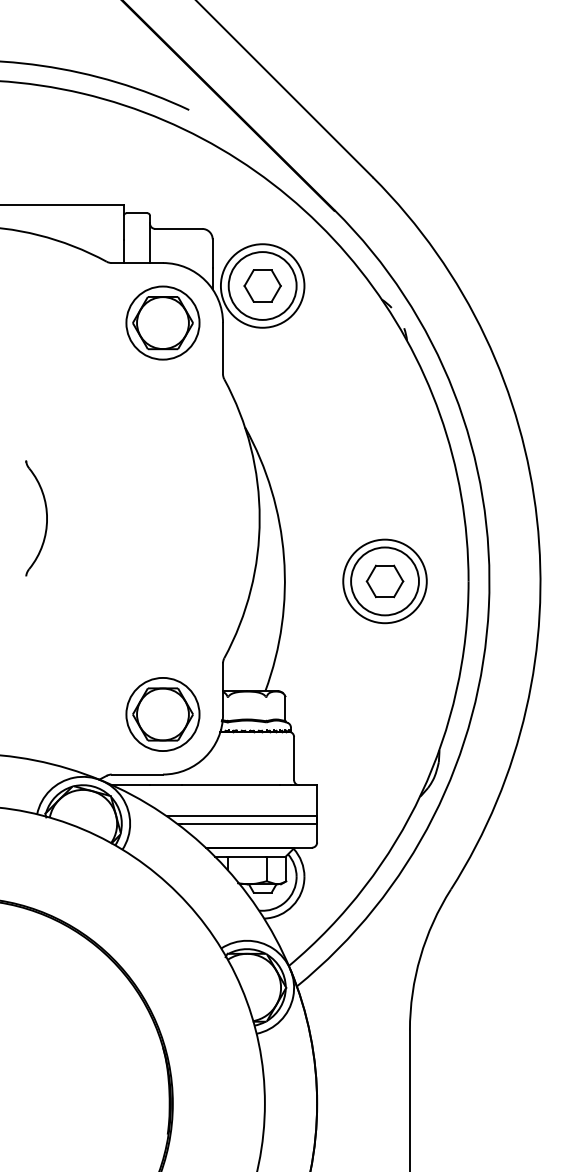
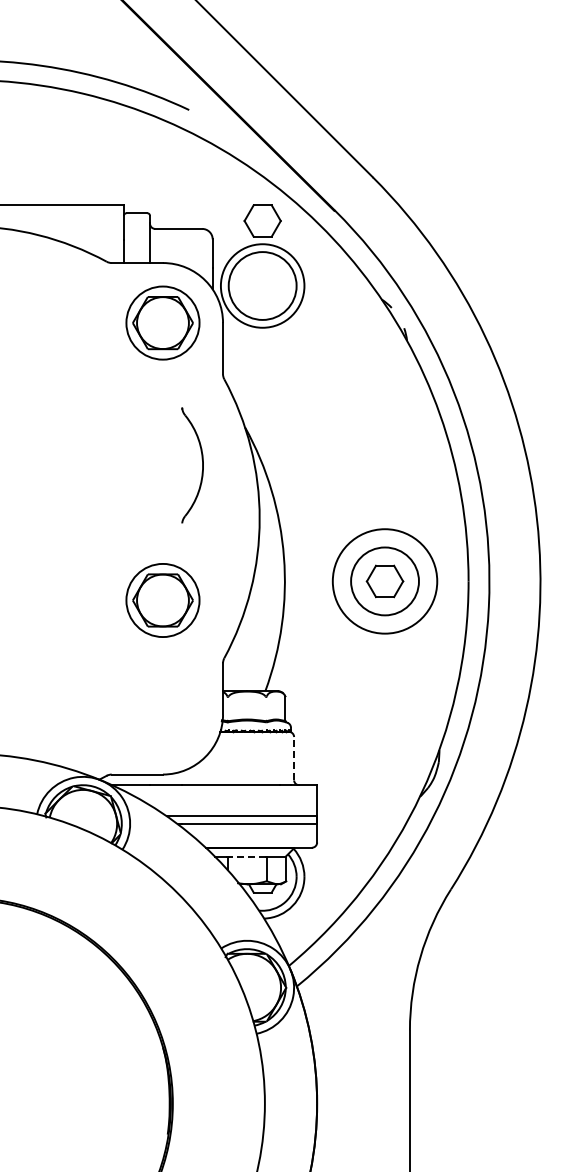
part at (262, 285) position: (262, 285) -> (262, 220)
part at (46, 518) position: (46, 518) -> (202, 465)
circle at (384, 581) diameter: 84 px -> 104 px
part at (162, 714) position: (162, 714) -> (162, 600)
line at (294, 758): solid -> dashed
line at (246, 856): solid -> dashed
